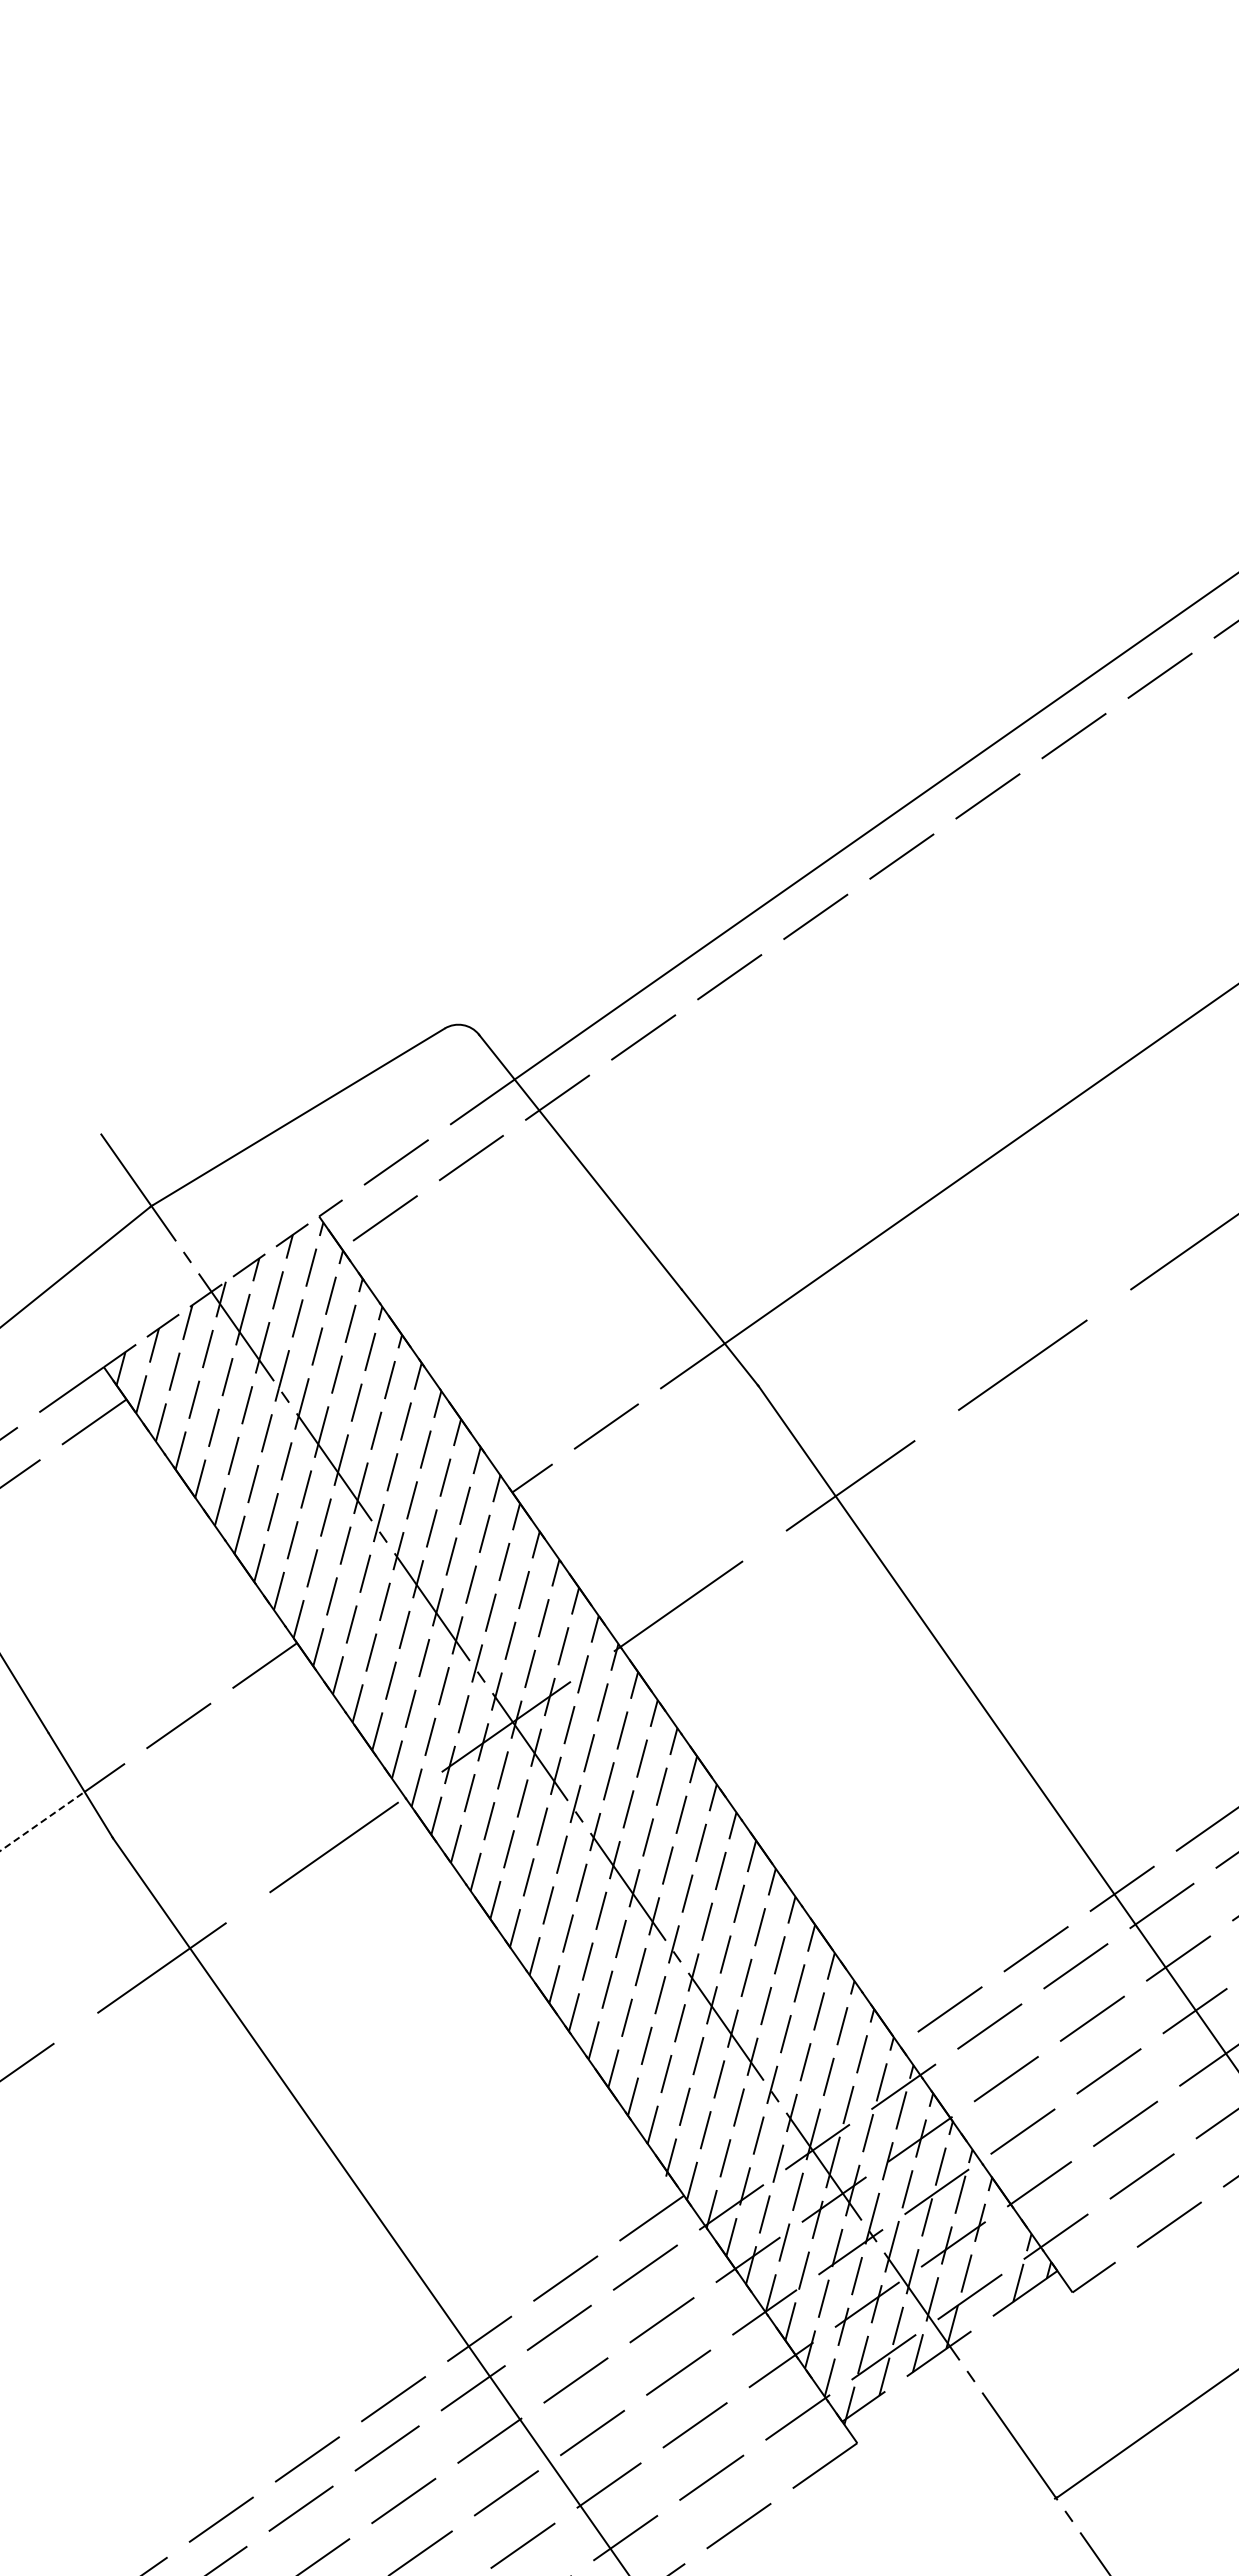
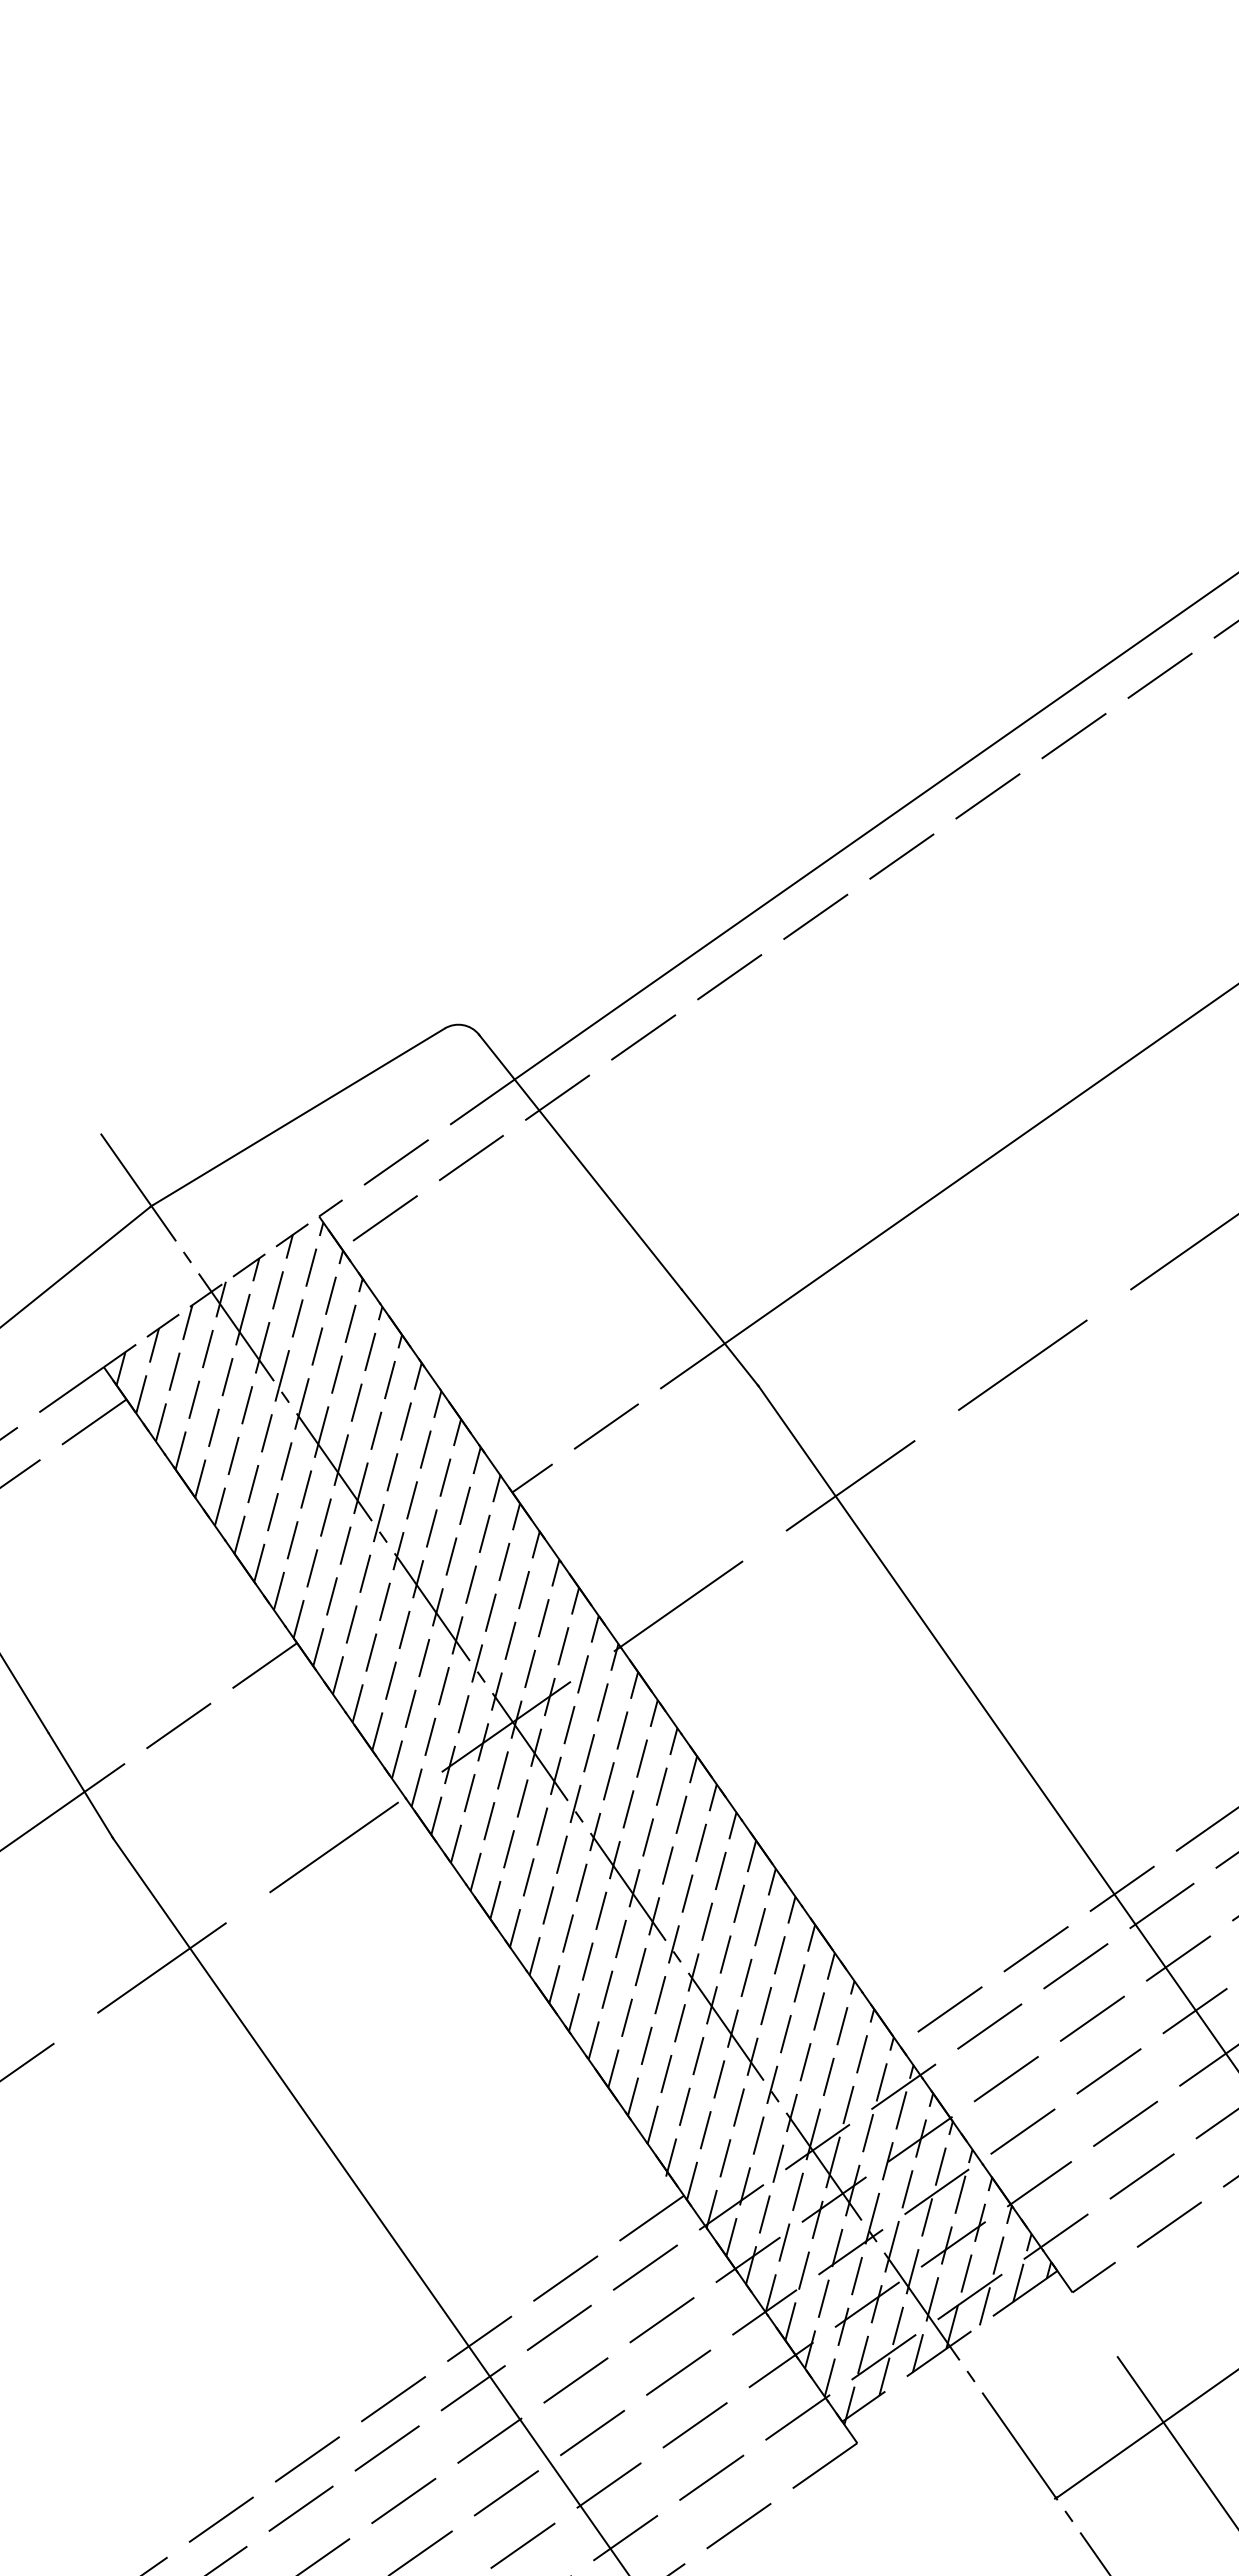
line at (43, 1821): dashed -> solid
line at (995, 2265): none -> present
line at (1176, 2441): none -> present
